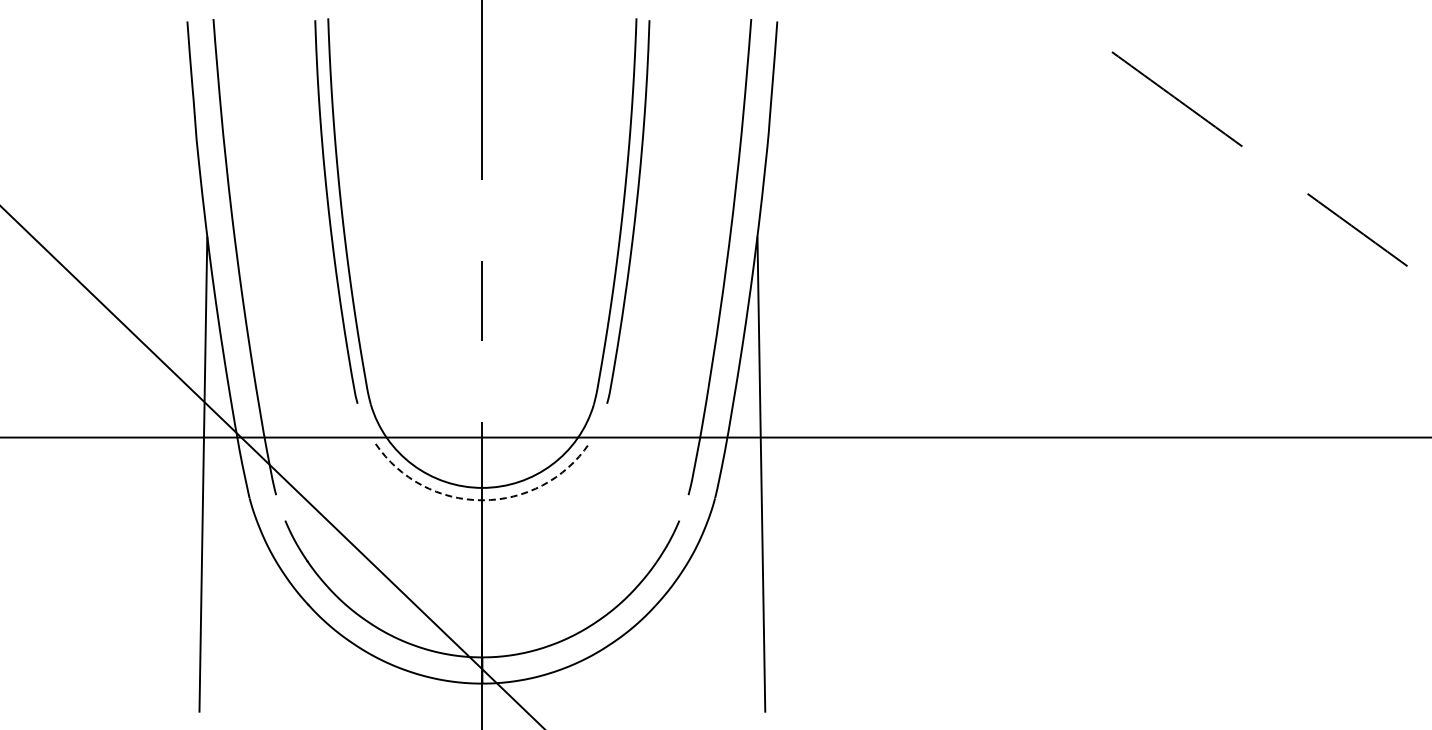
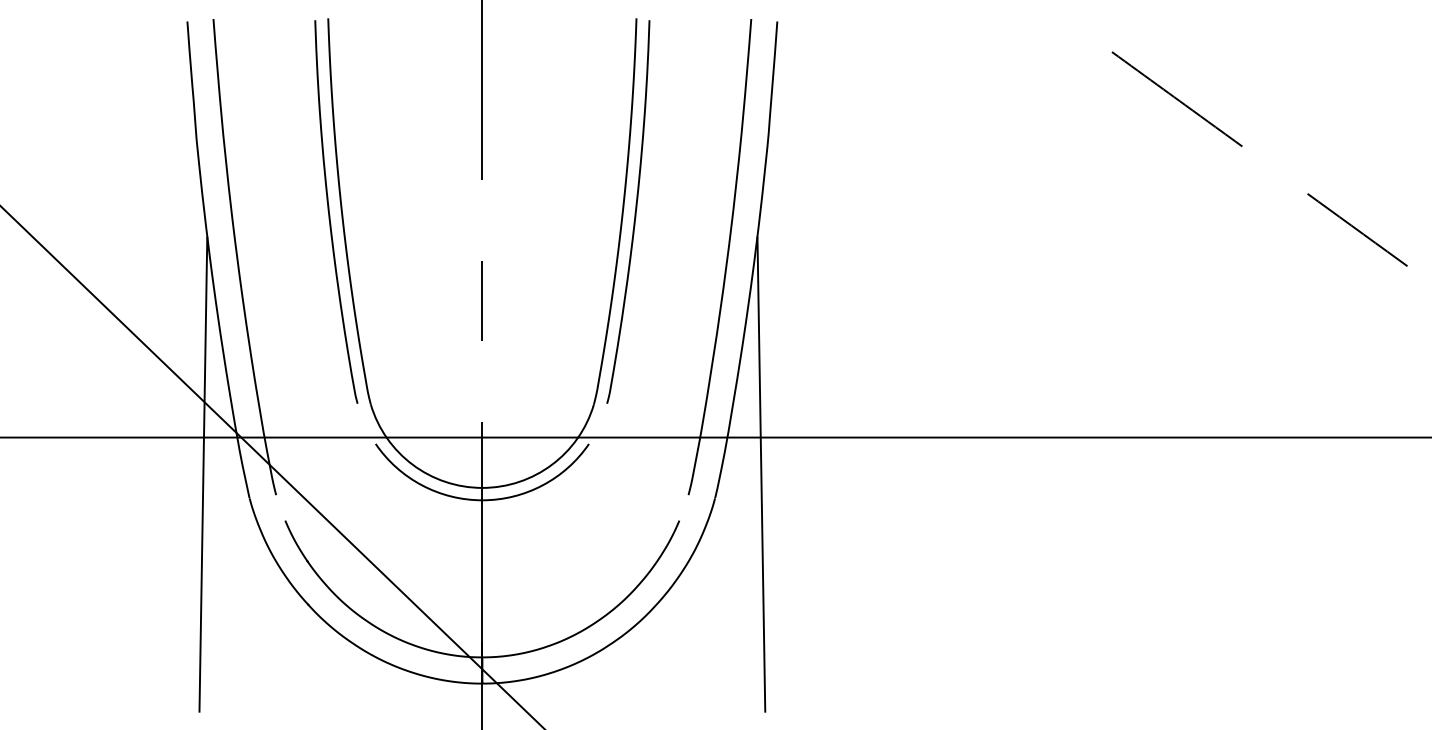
arc at (482, 500): dashed -> solid
